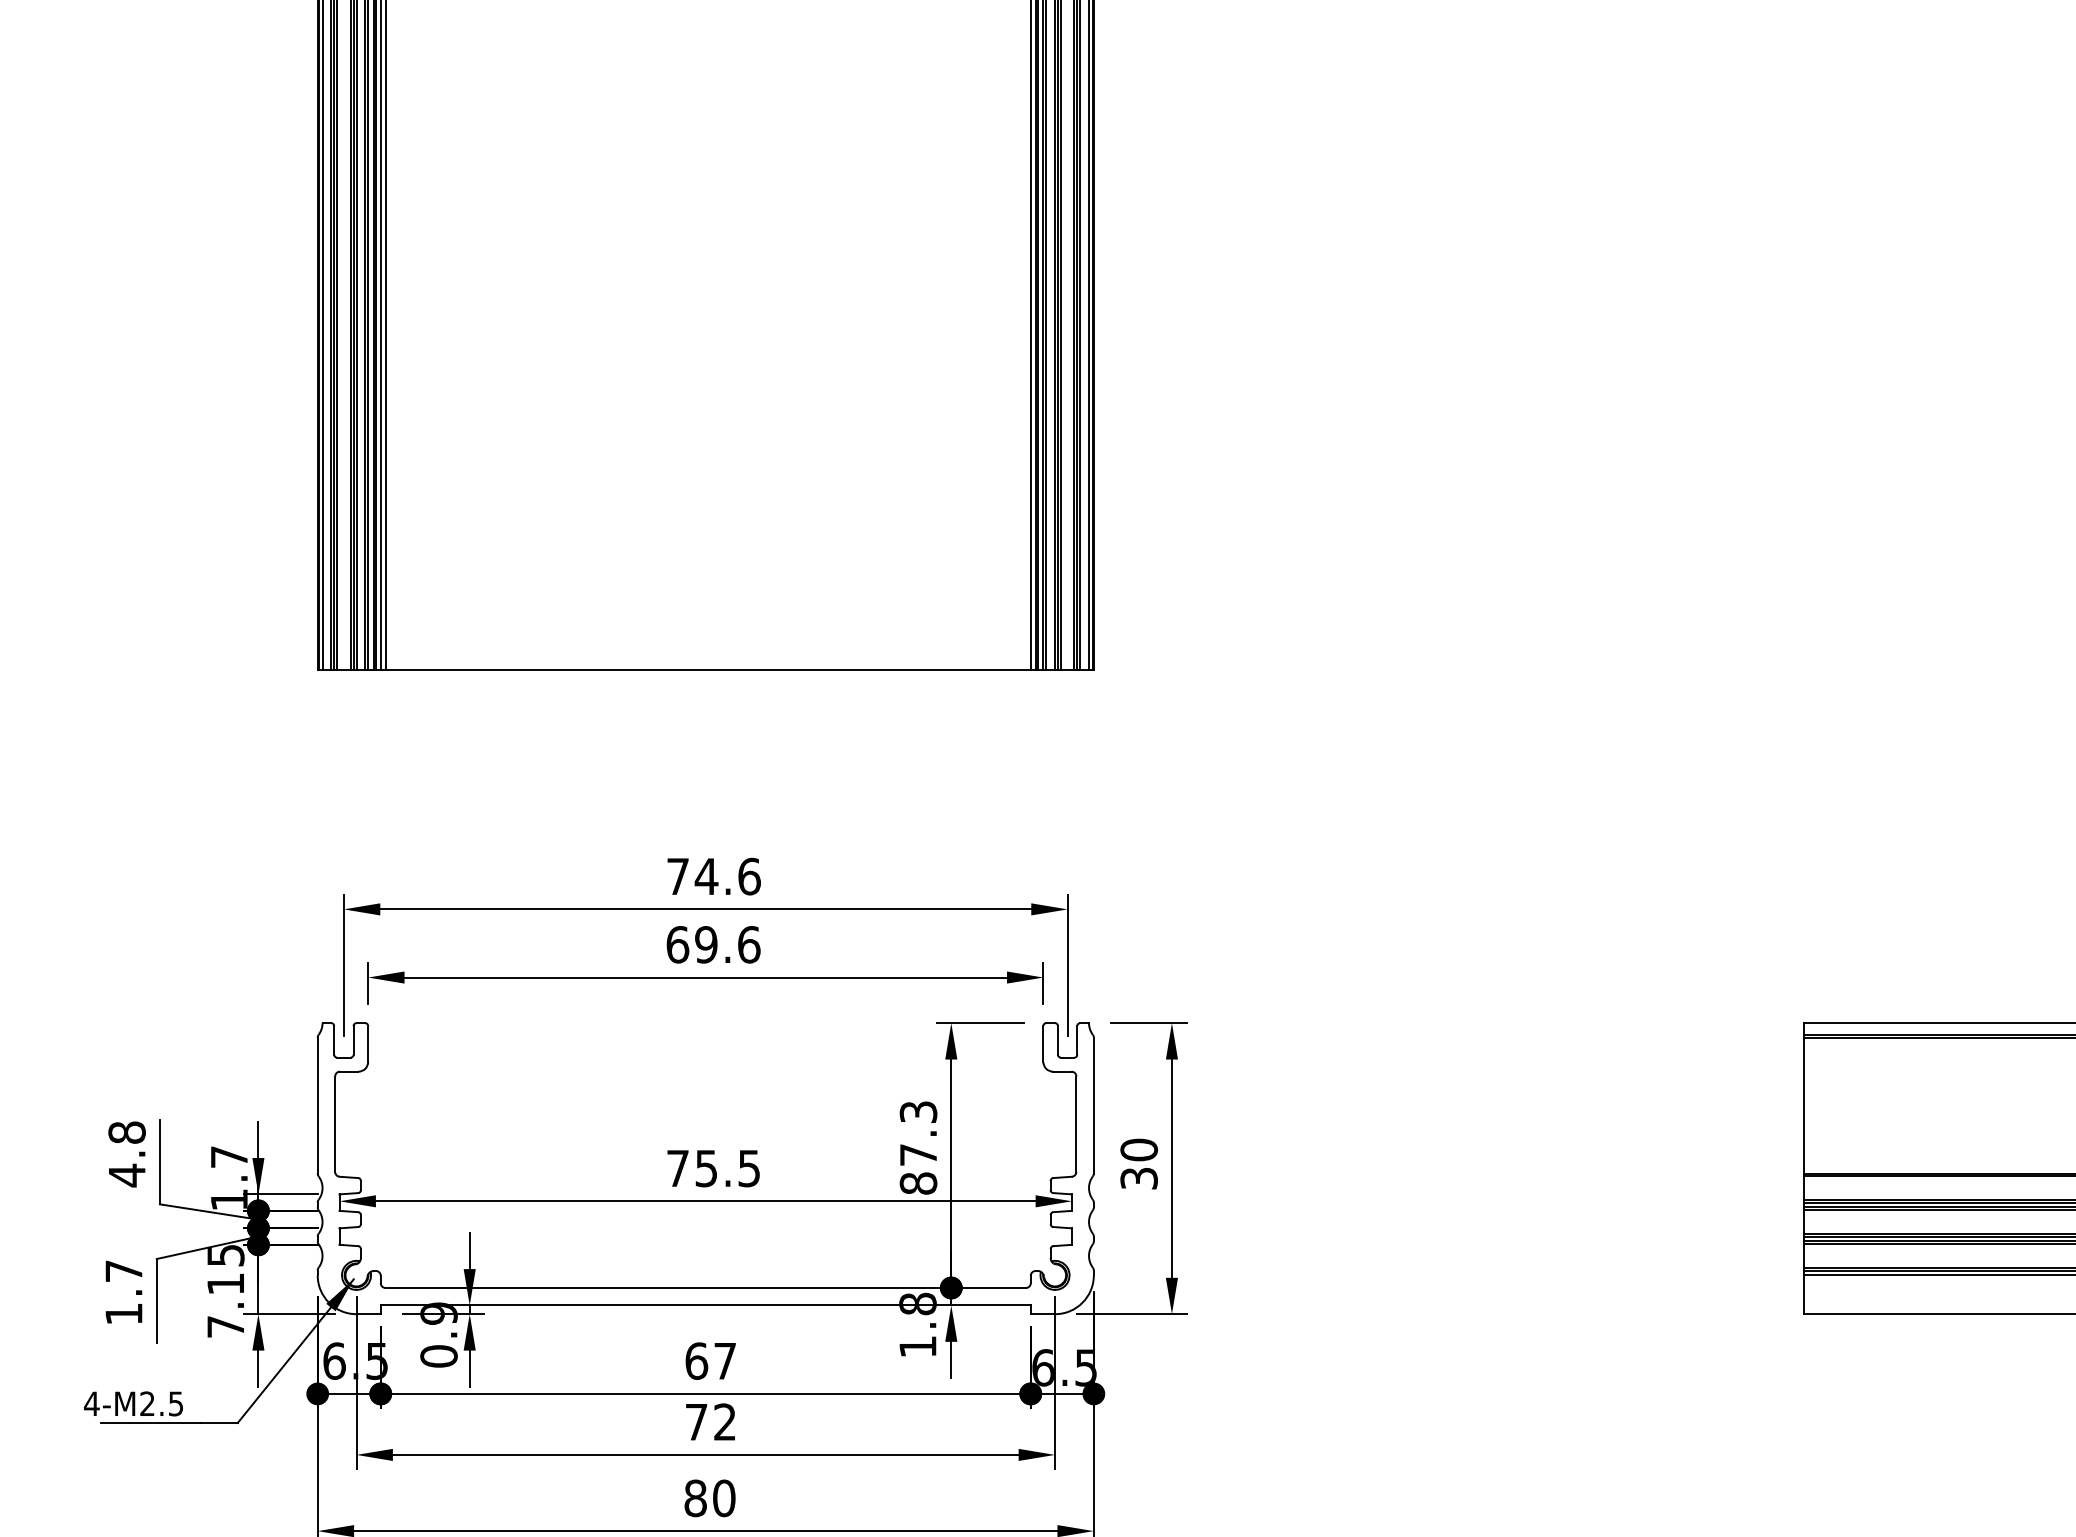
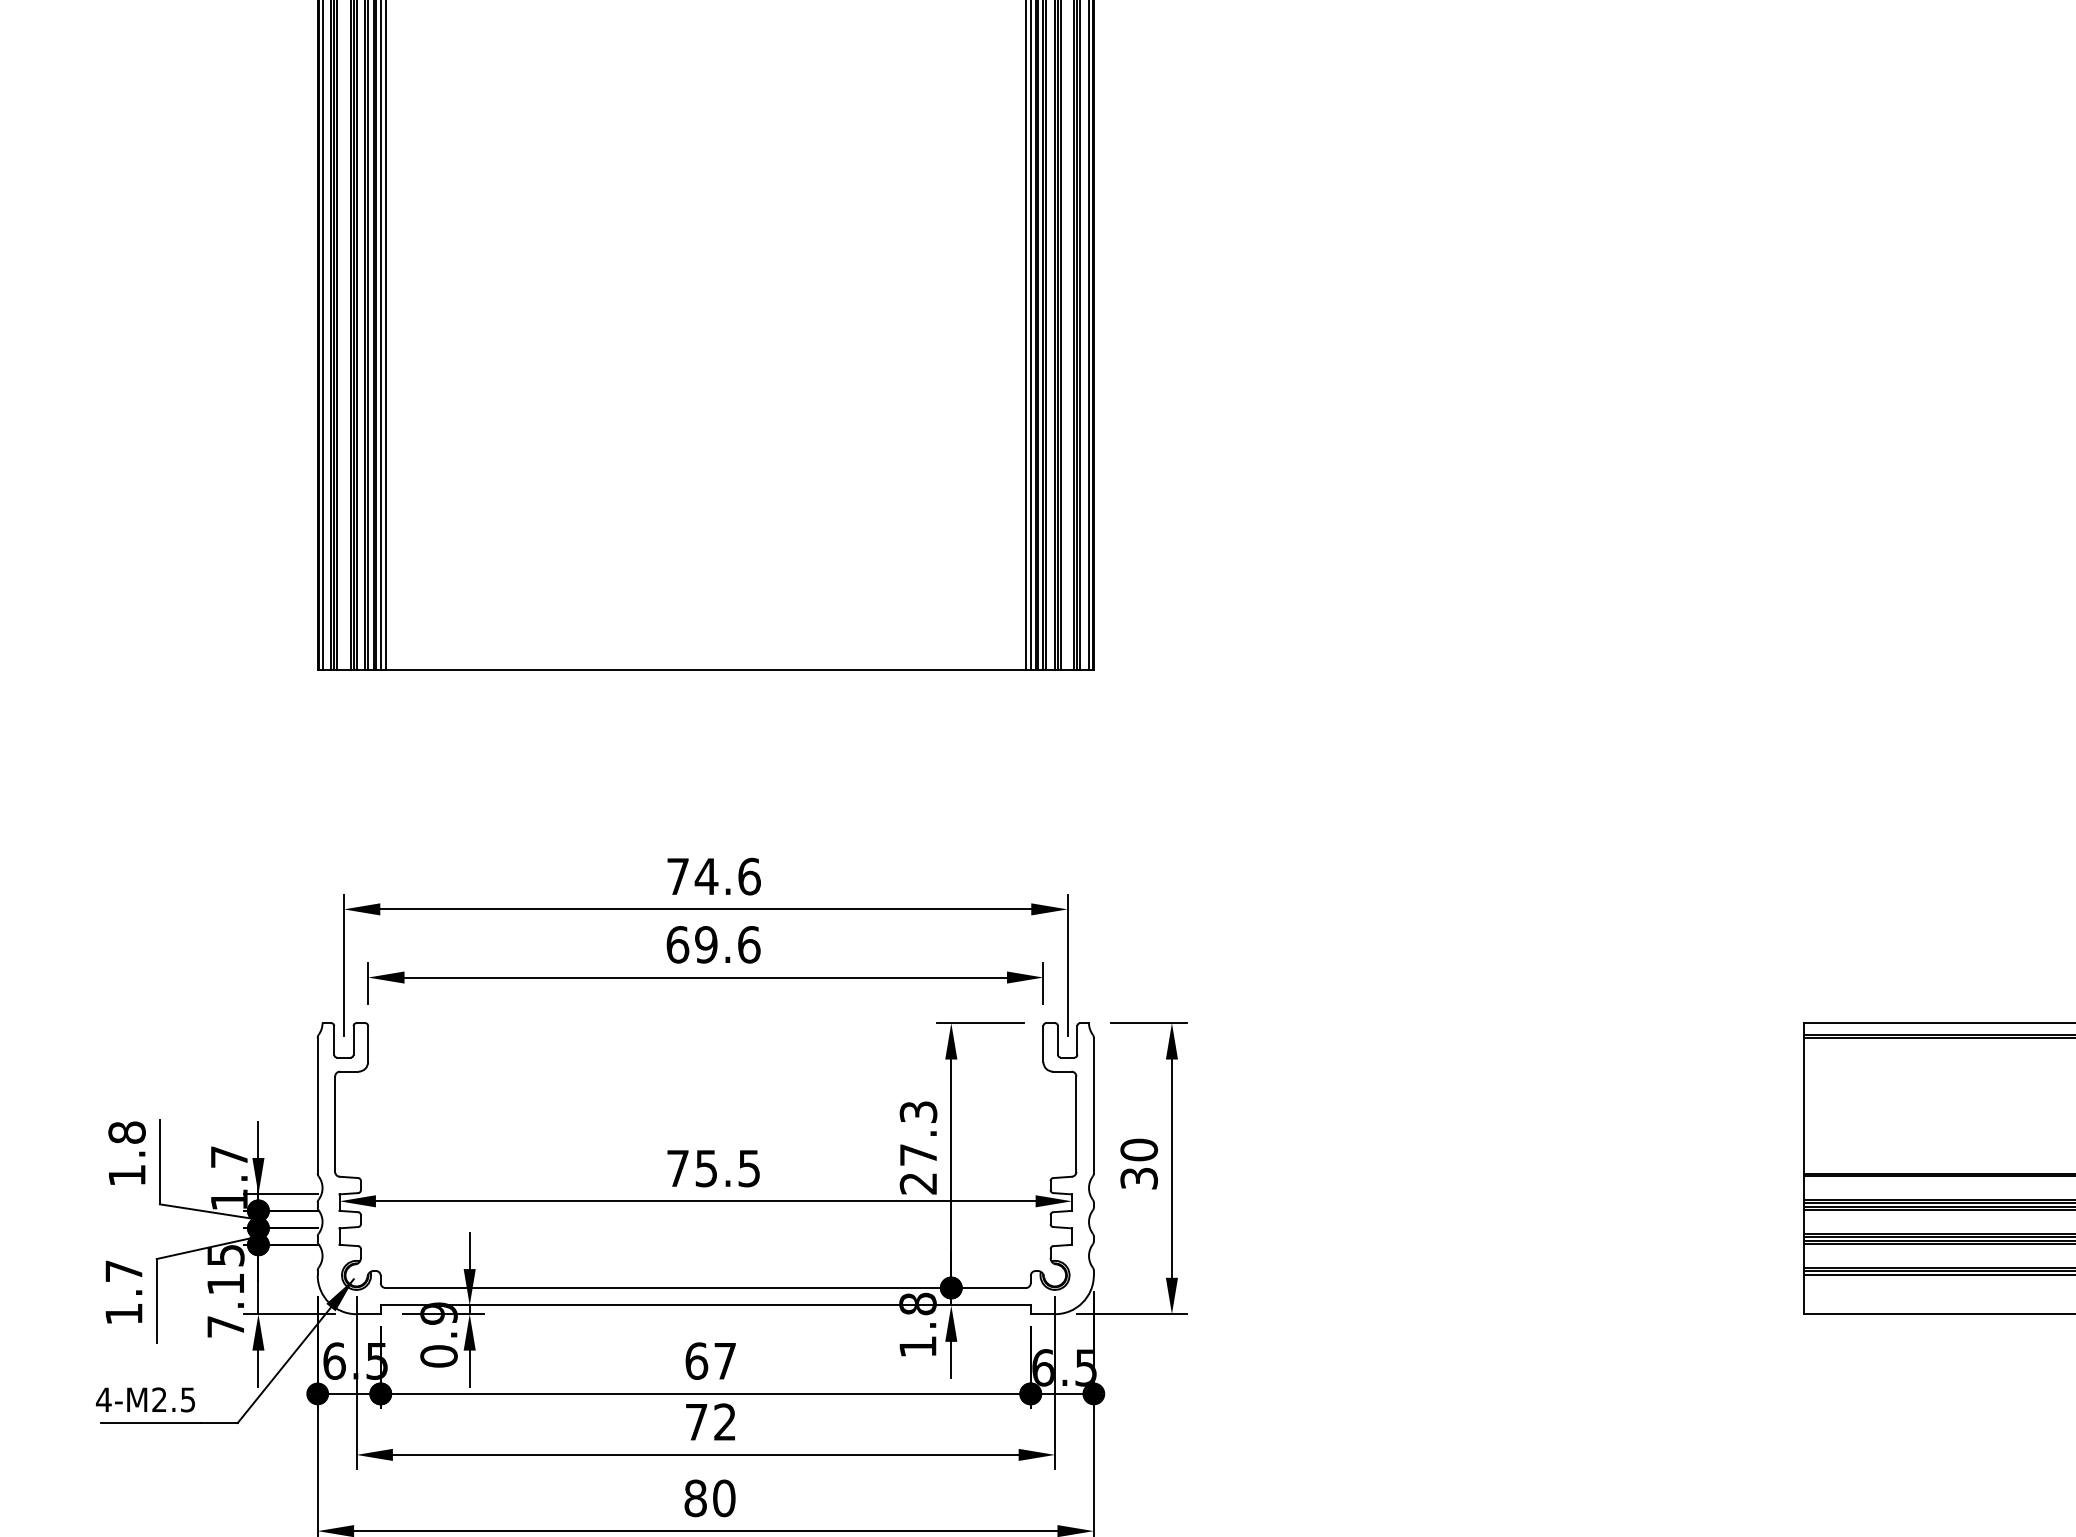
line at (1025, 335): none -> present
text at (127, 1175): 4.8 -> 1.8
text at (918, 1183): 87.3 -> 27.3
text at (133, 1403) position: (133, 1403) -> (145, 1399)
